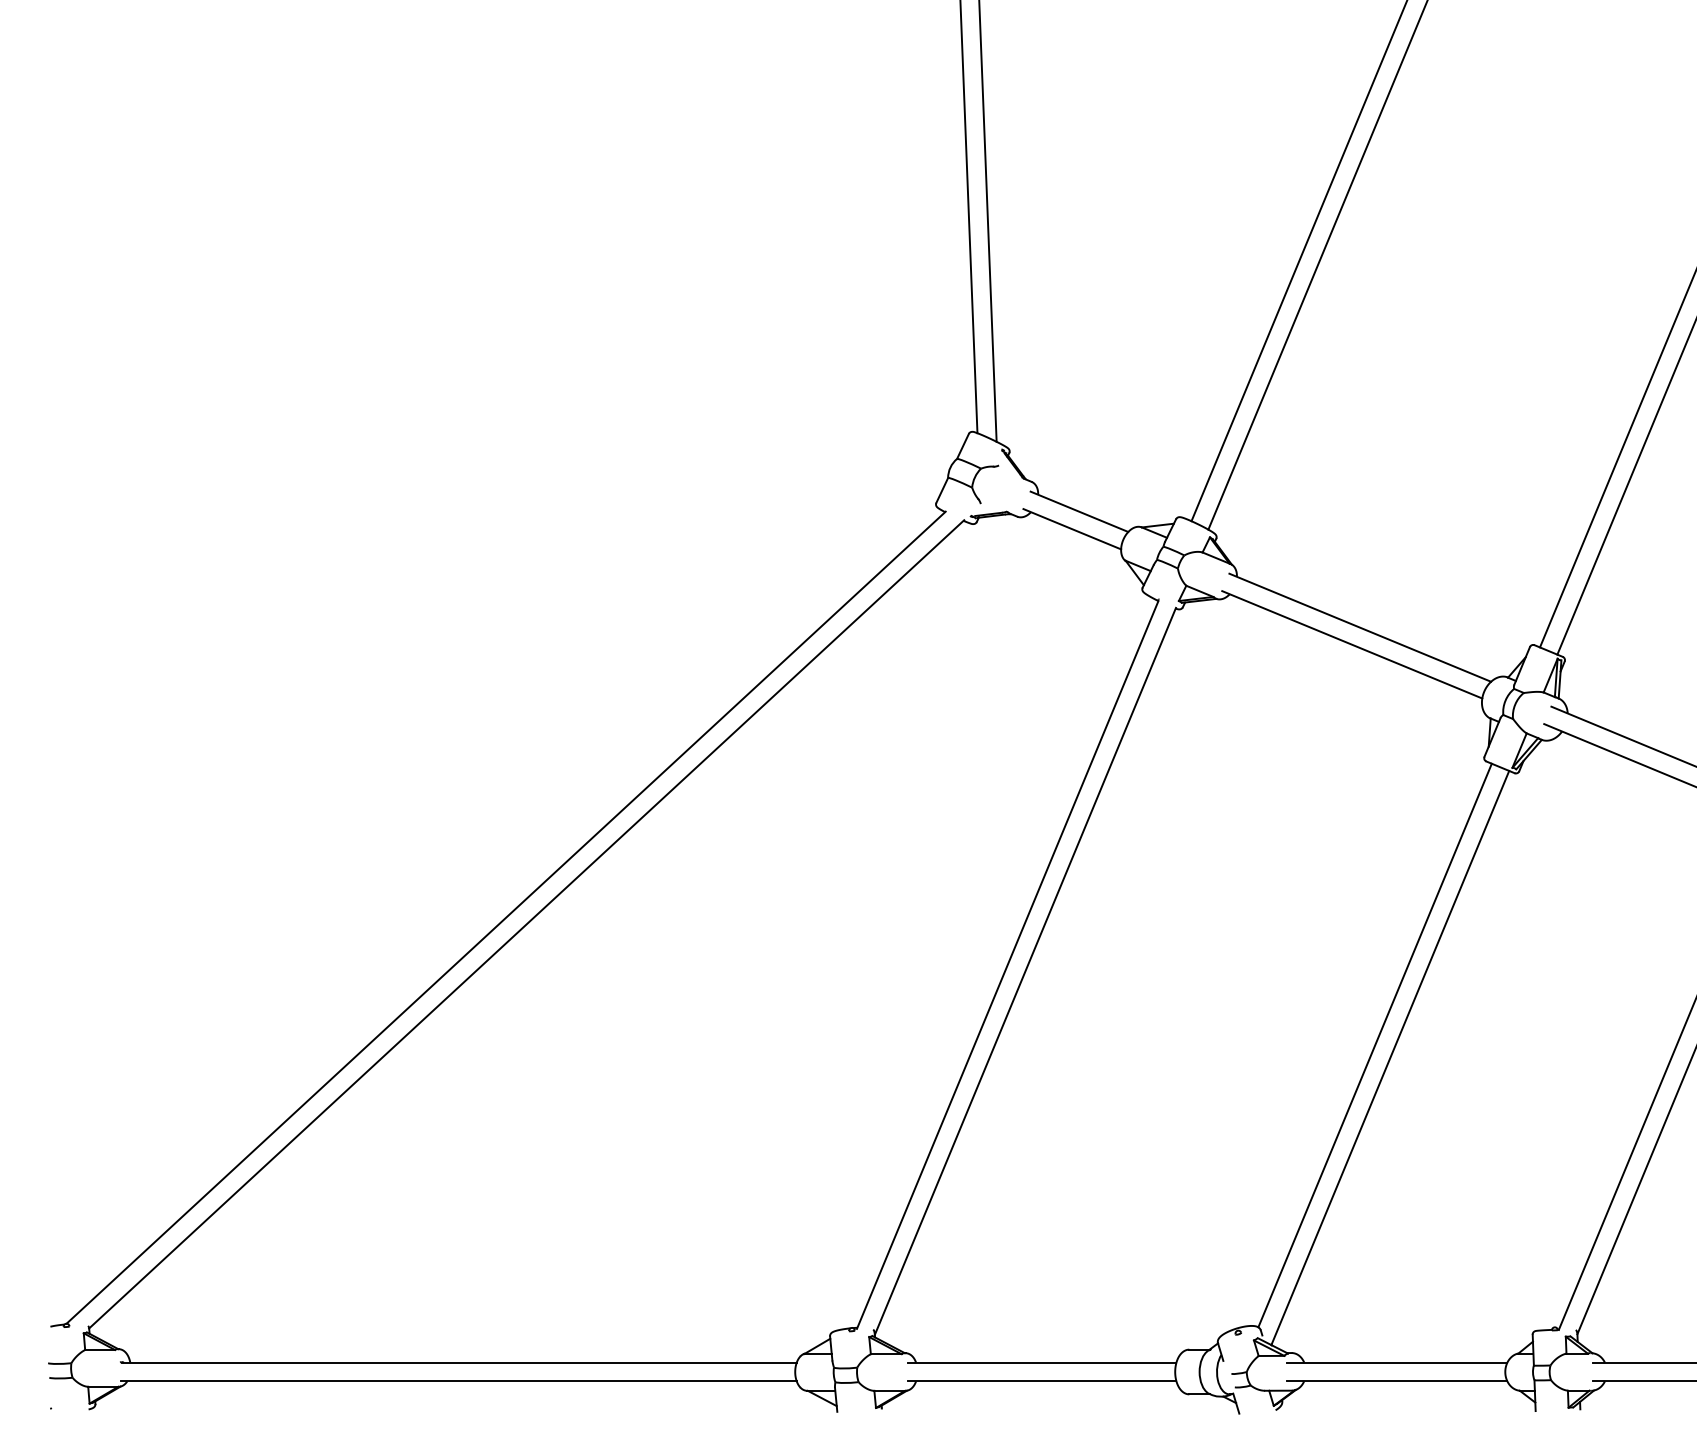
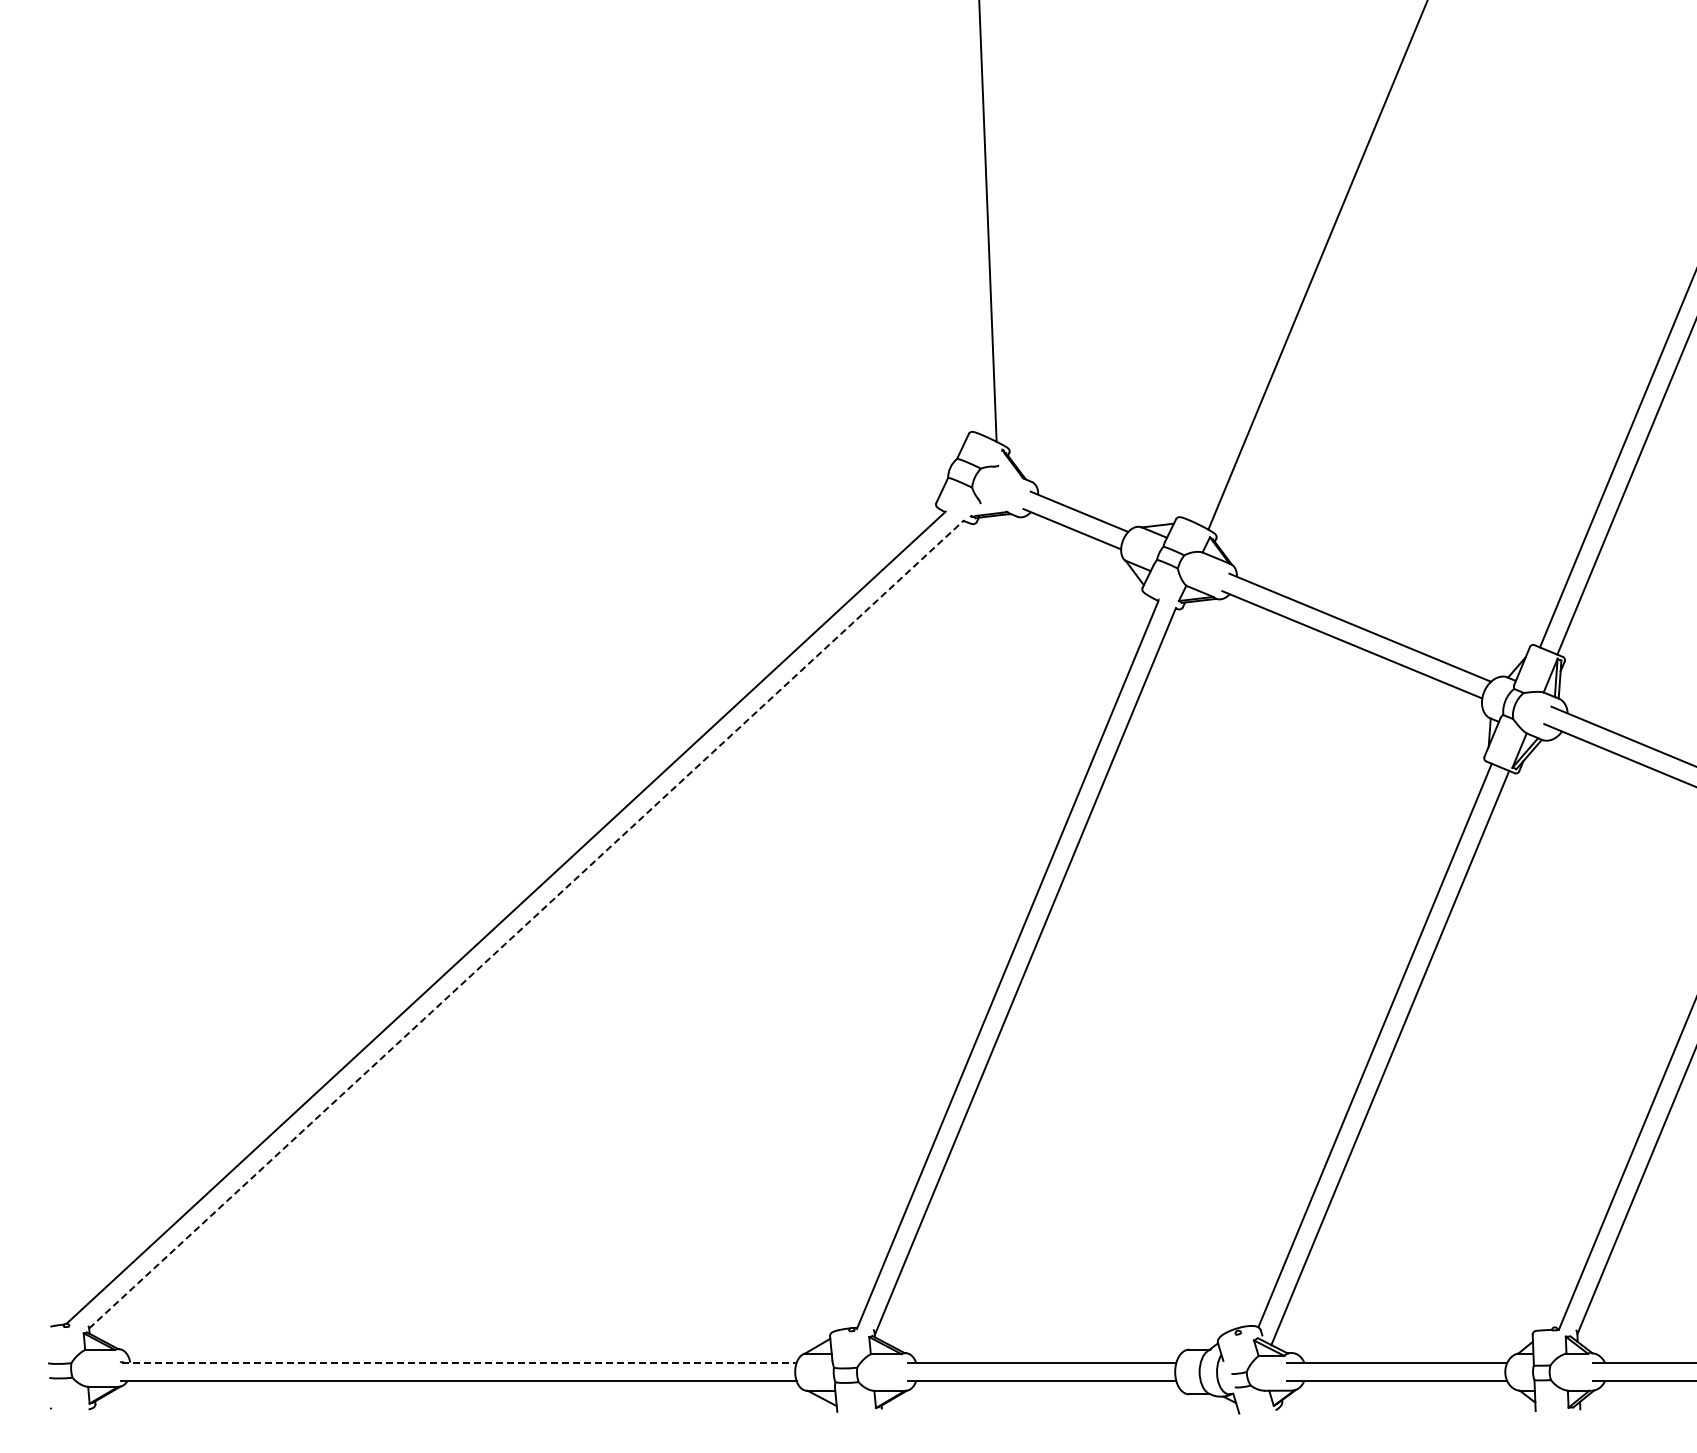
line at (968, 217): present -> none
line at (1298, 261): present -> none
line at (526, 924): solid -> dashed
line at (459, 1362): solid -> dashed
